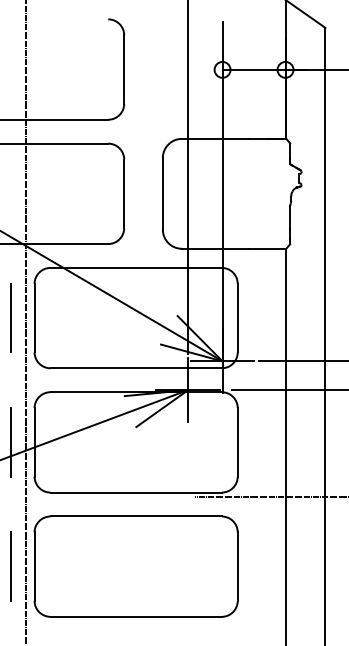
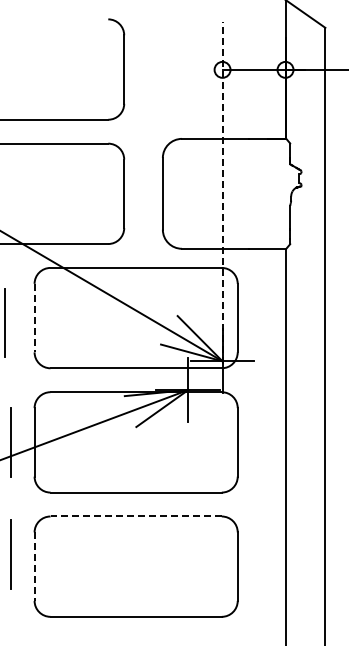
line at (188, 178): present -> none
line at (222, 192): solid -> dashed
line at (10, 317) position: (10, 317) -> (4, 322)
line at (34, 318): solid -> dashed
line at (25, 322): present -> none
line at (302, 361): present -> none
line at (288, 390): present -> none
line at (269, 496): present -> none
line at (136, 516): solid -> dashed
line at (10, 566) position: (10, 566) -> (10, 554)
line at (34, 567): solid -> dashed
